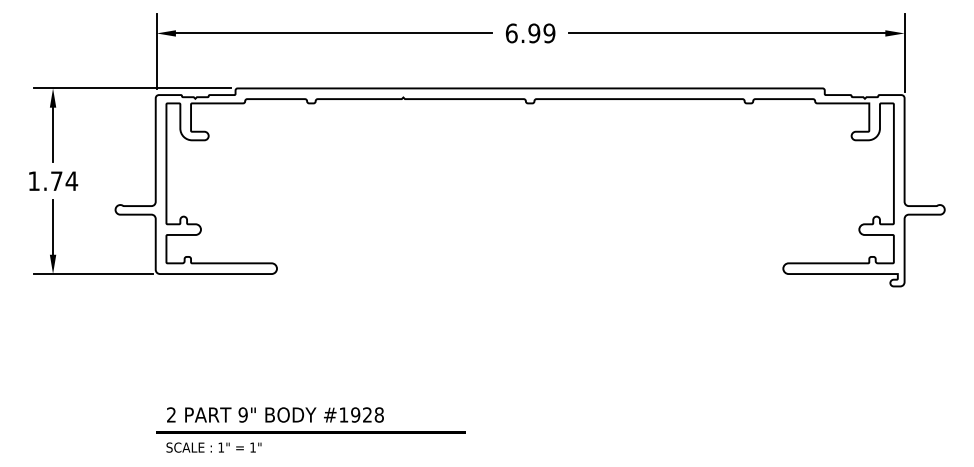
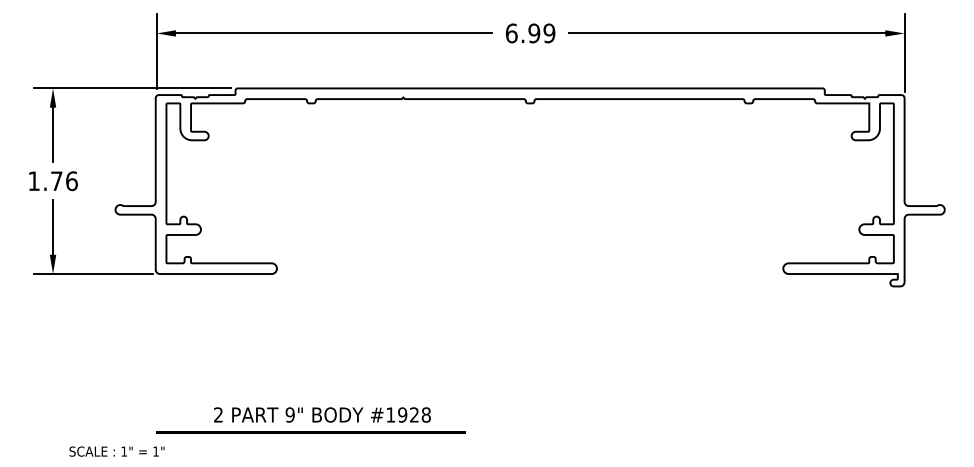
text at (71, 181): 1.74 -> 1.76
text at (275, 414) position: (275, 414) -> (322, 414)
text at (213, 447) position: (213, 447) -> (116, 451)
